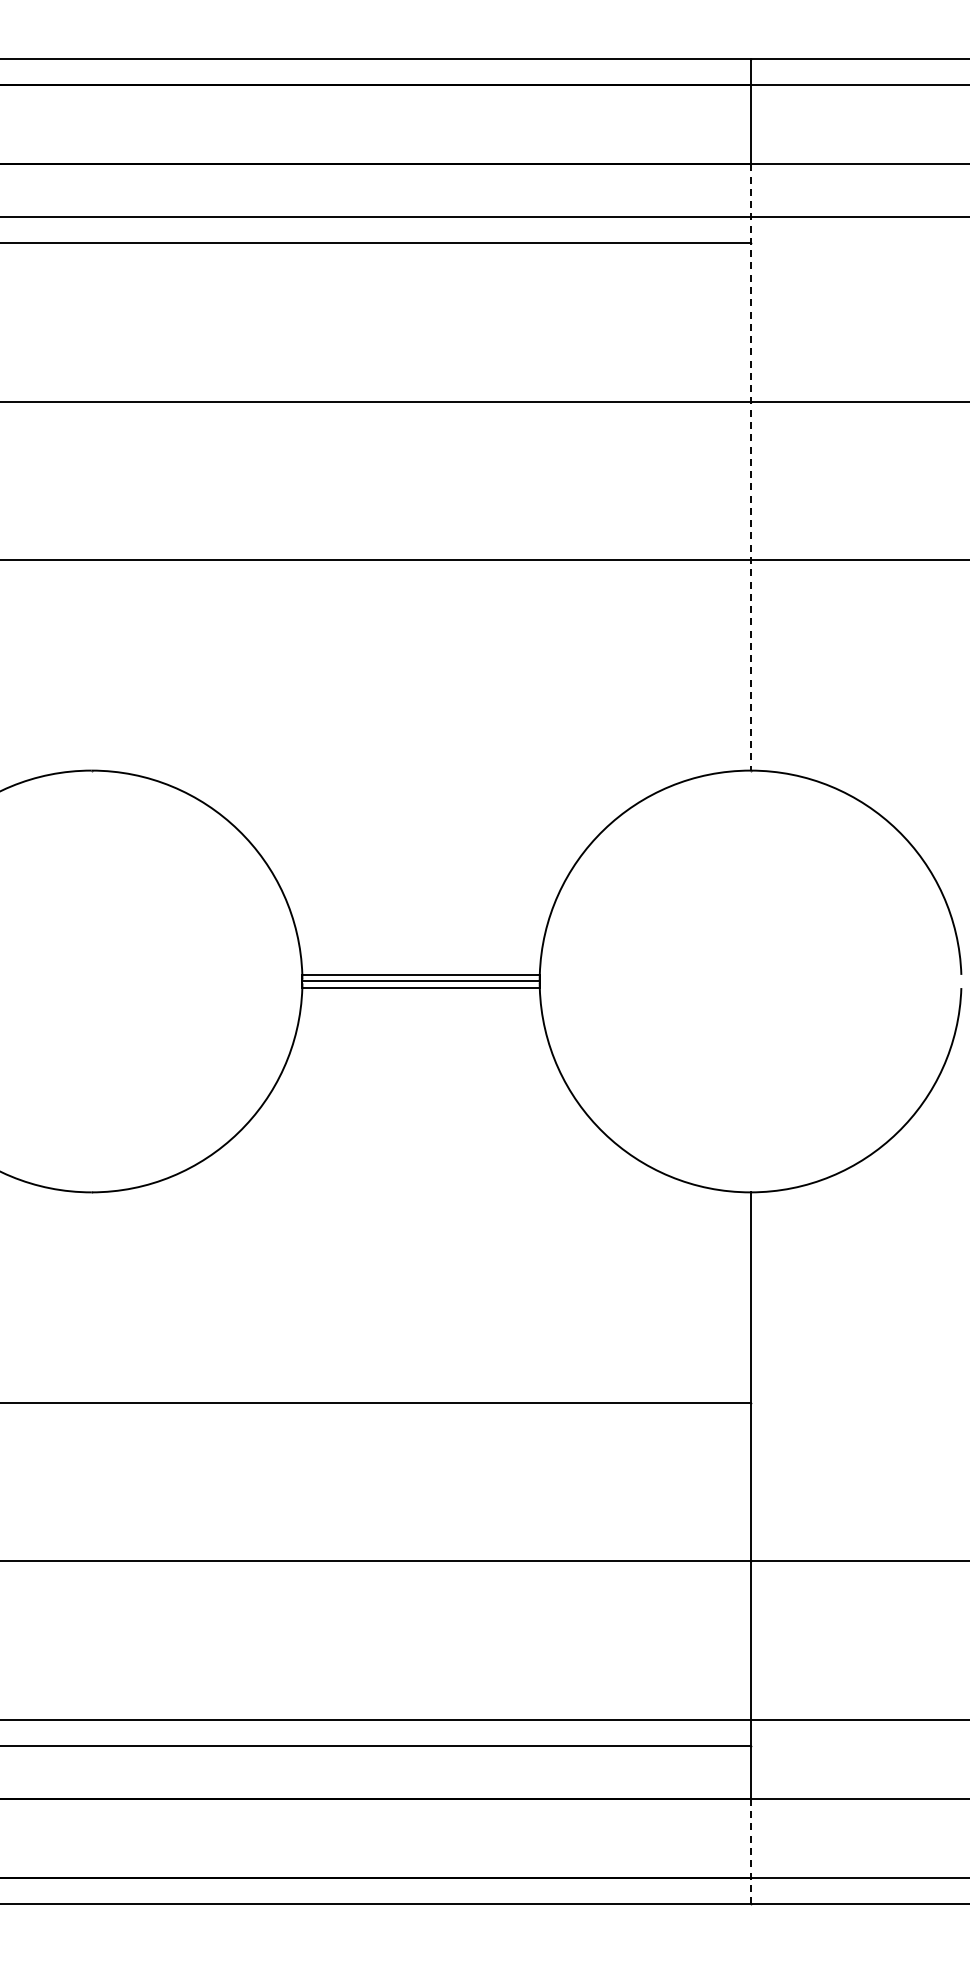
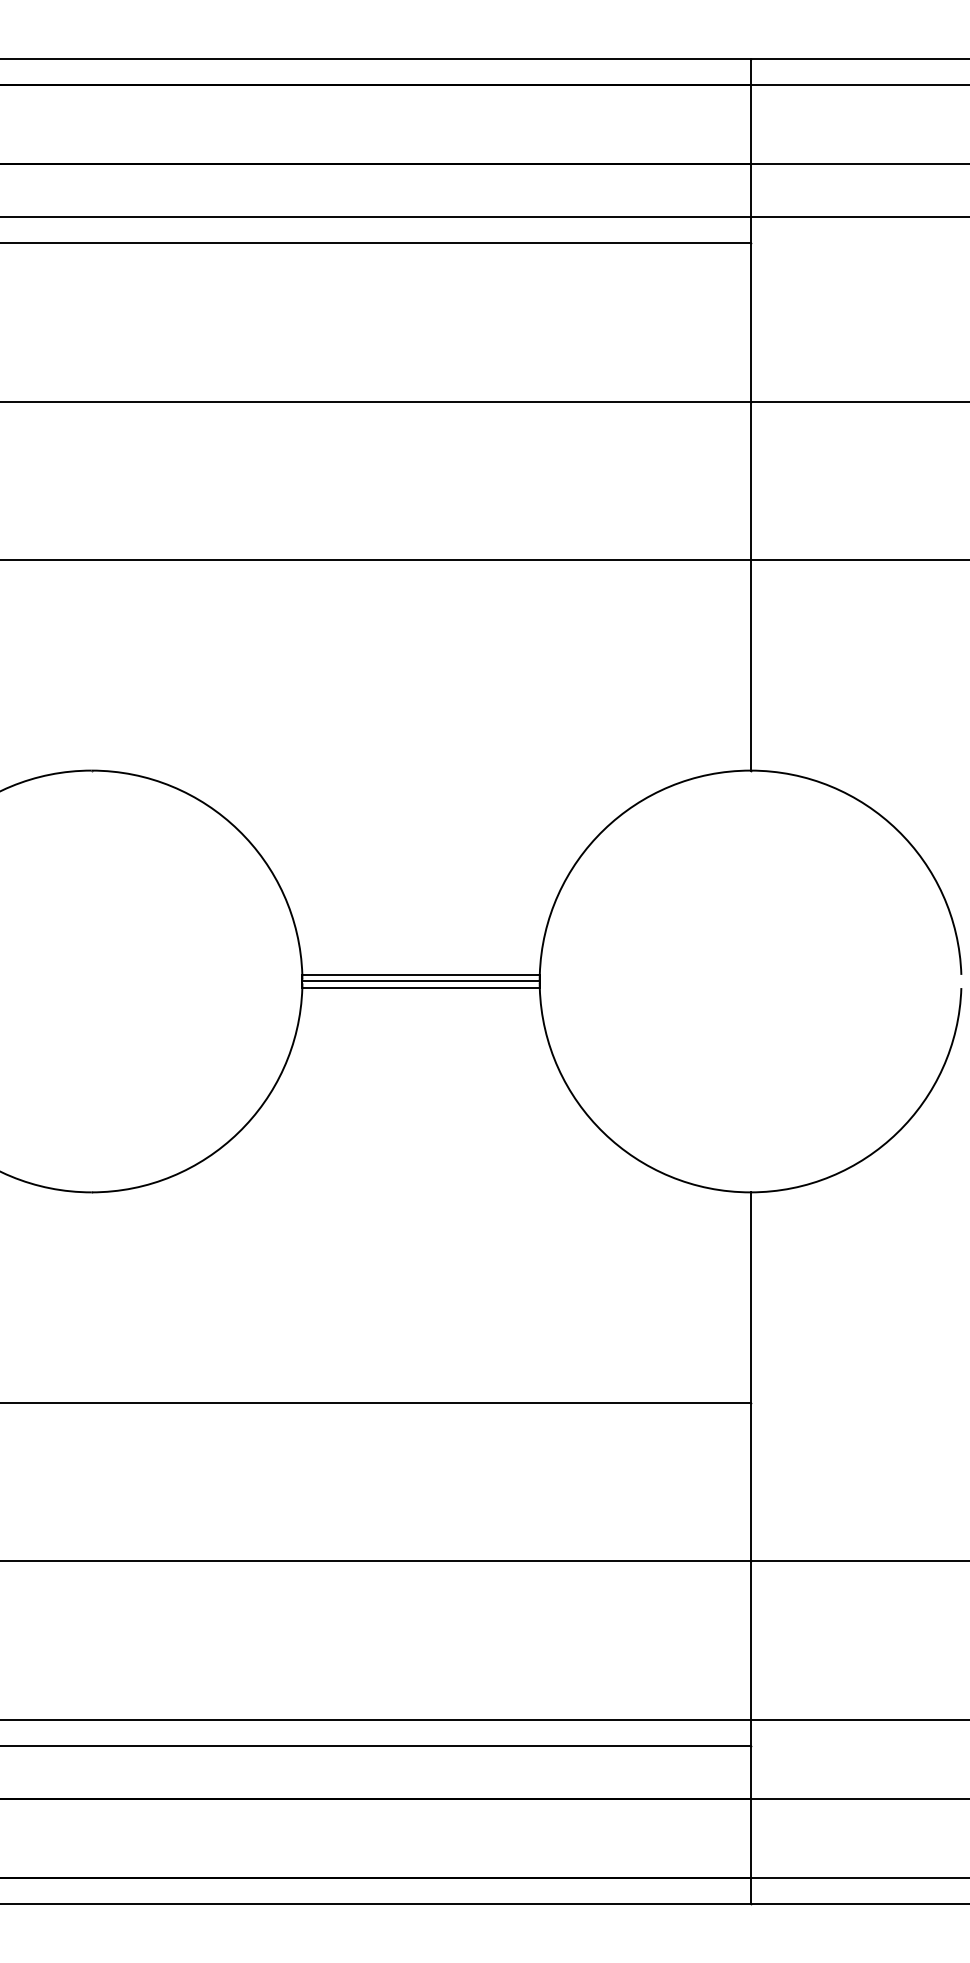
line at (750, 467): dashed -> solid
line at (750, 1851): dashed -> solid
